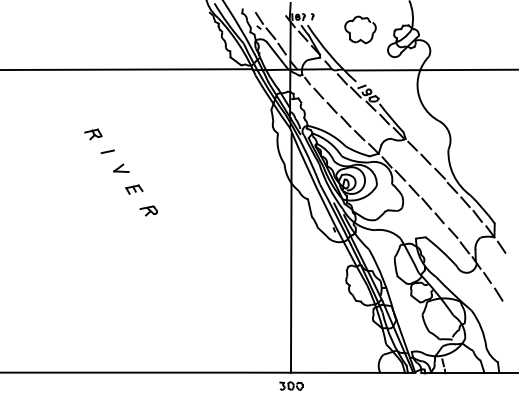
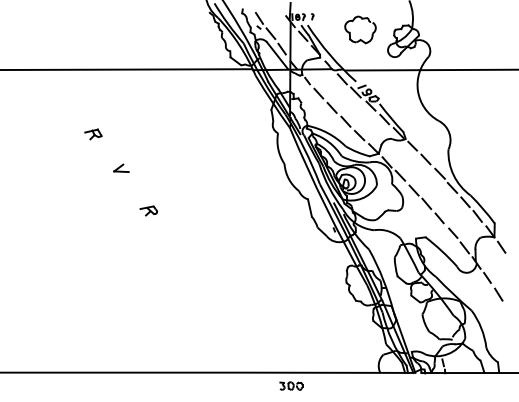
line at (107, 151): present -> none
part at (134, 189): present -> none
line at (290, 253): present -> none
